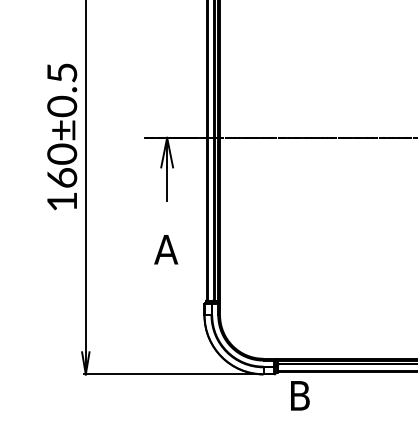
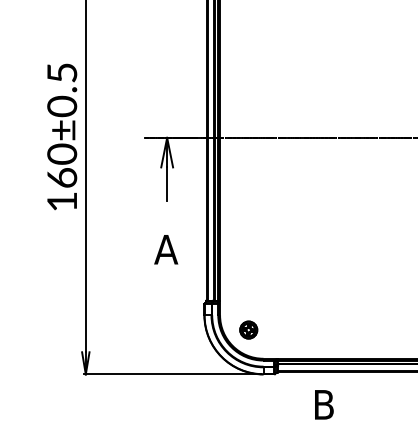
part at (248, 329): none -> present
text at (300, 395) position: (300, 395) -> (324, 404)
